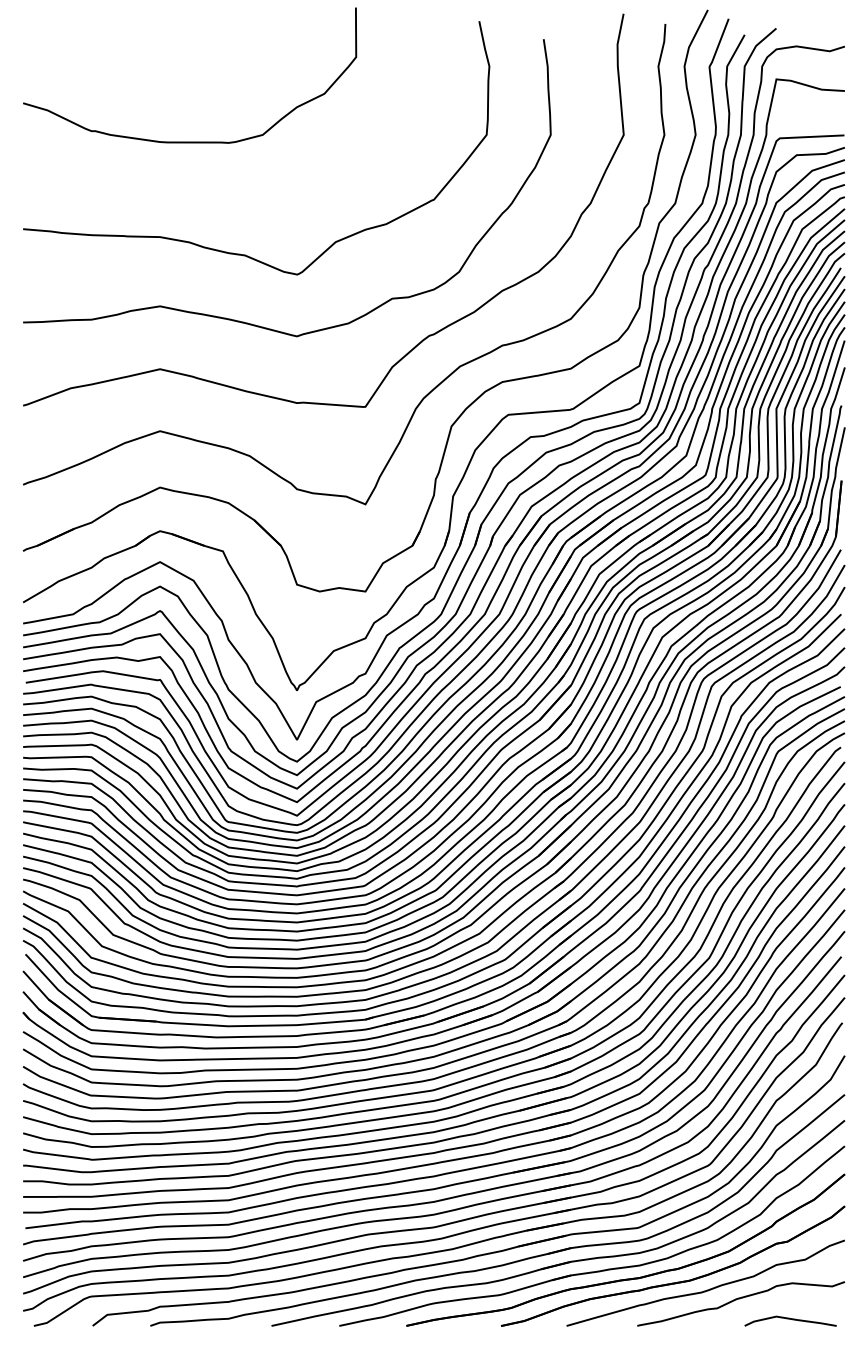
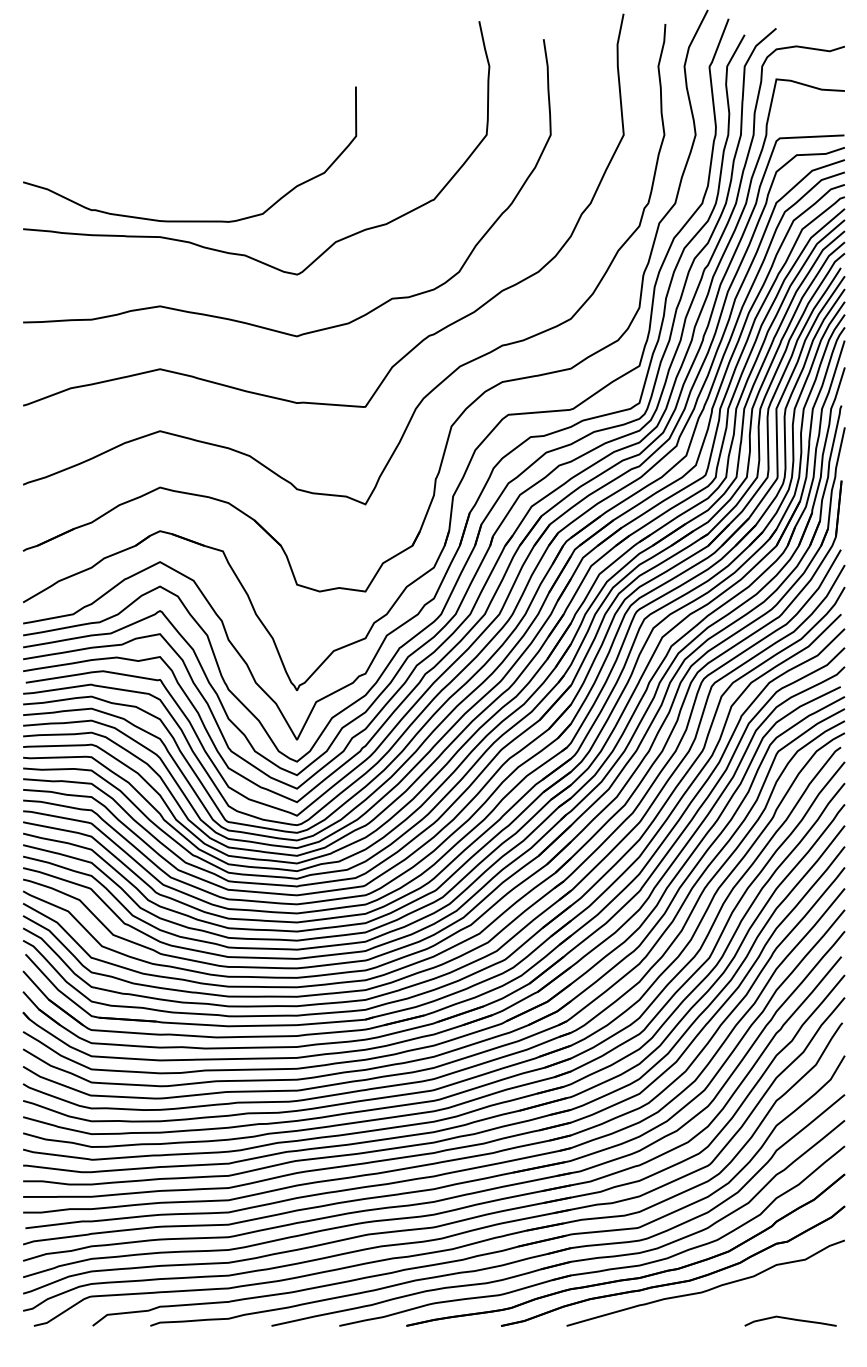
curve at (190, 141) position: (190, 141) -> (190, 220)
curve at (739, 1299): present -> none
